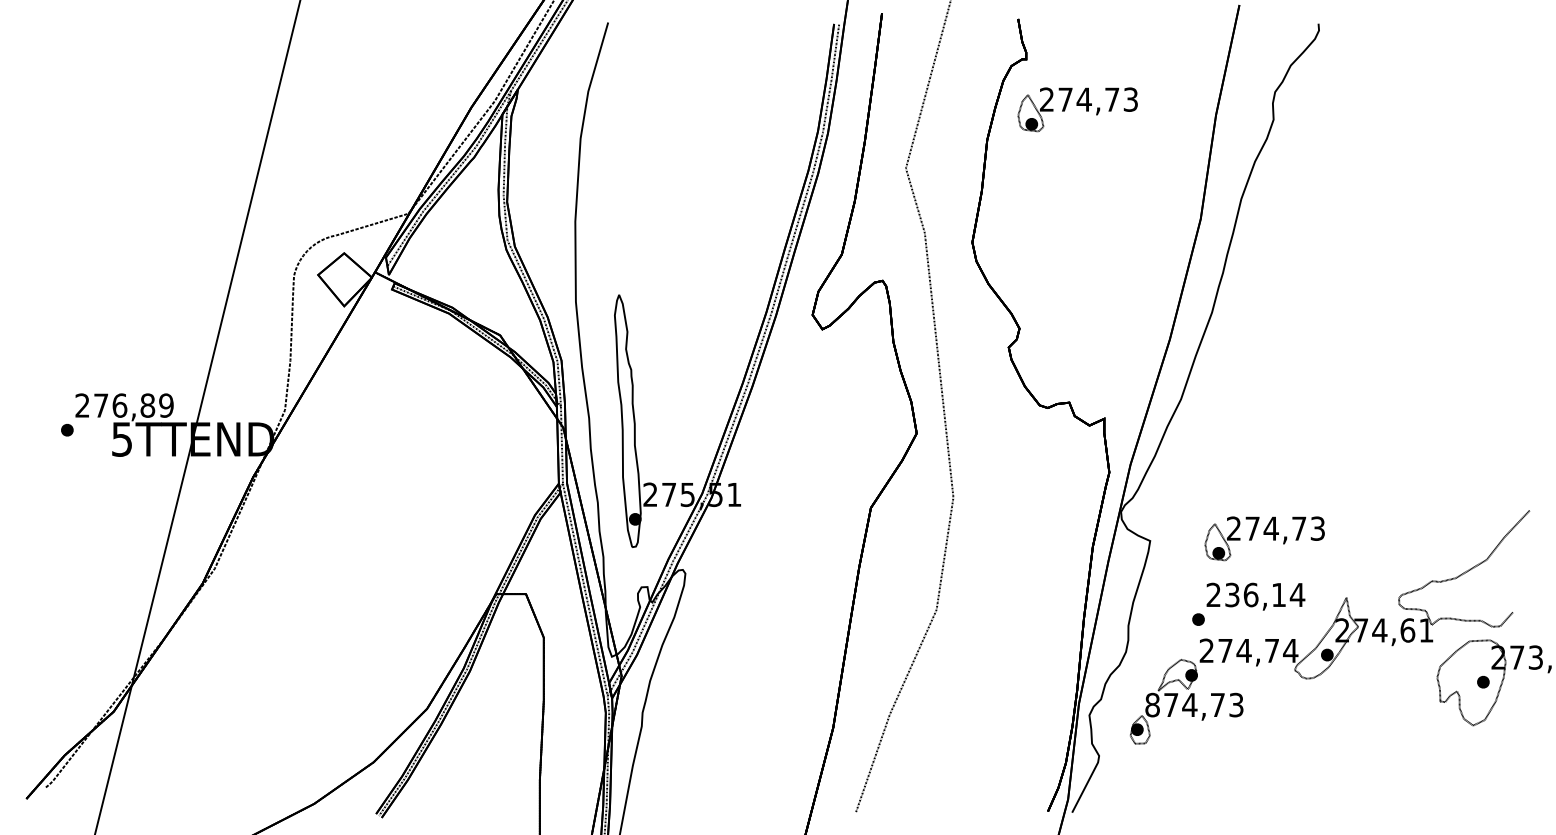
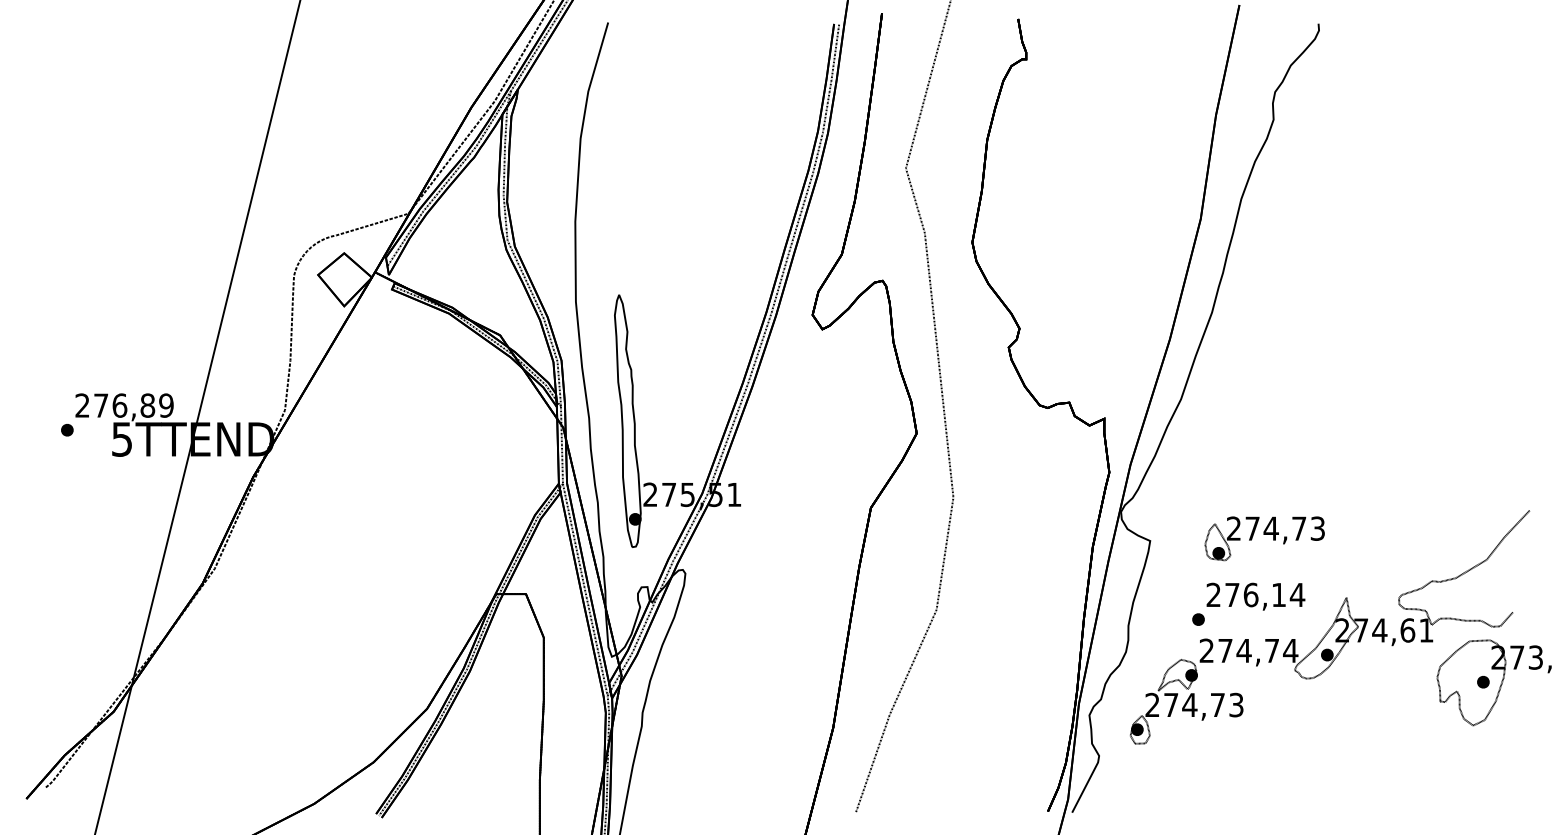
part at (1077, 109): present -> none
text at (1232, 594): 236,14 -> 276,14
text at (1152, 704): 874,73 -> 274,73
